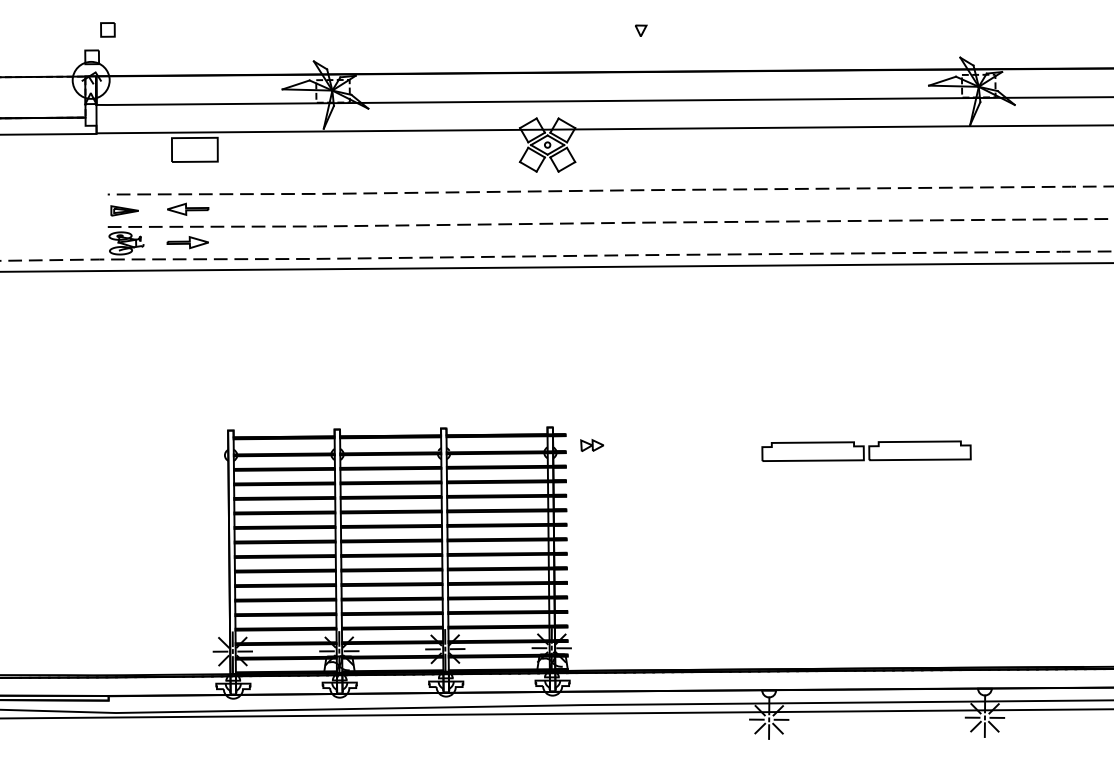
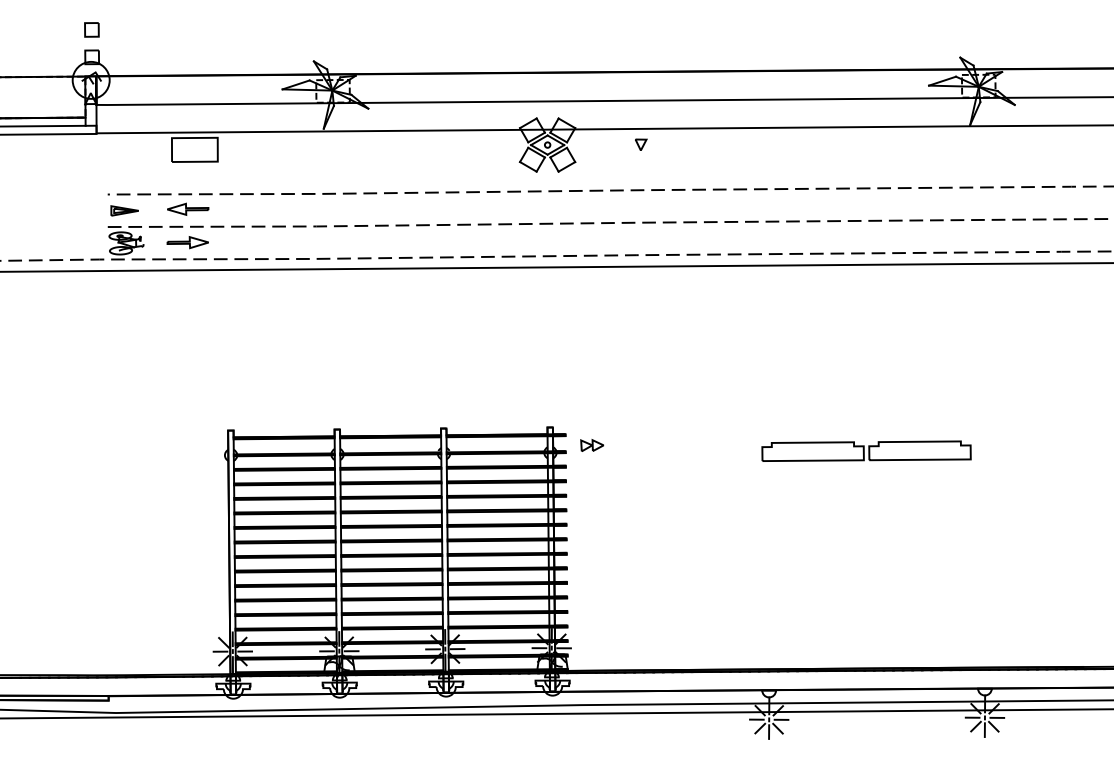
part at (107, 29) position: (107, 29) -> (91, 29)
part at (641, 30) position: (641, 30) -> (641, 144)
line at (43, 125): none -> present
